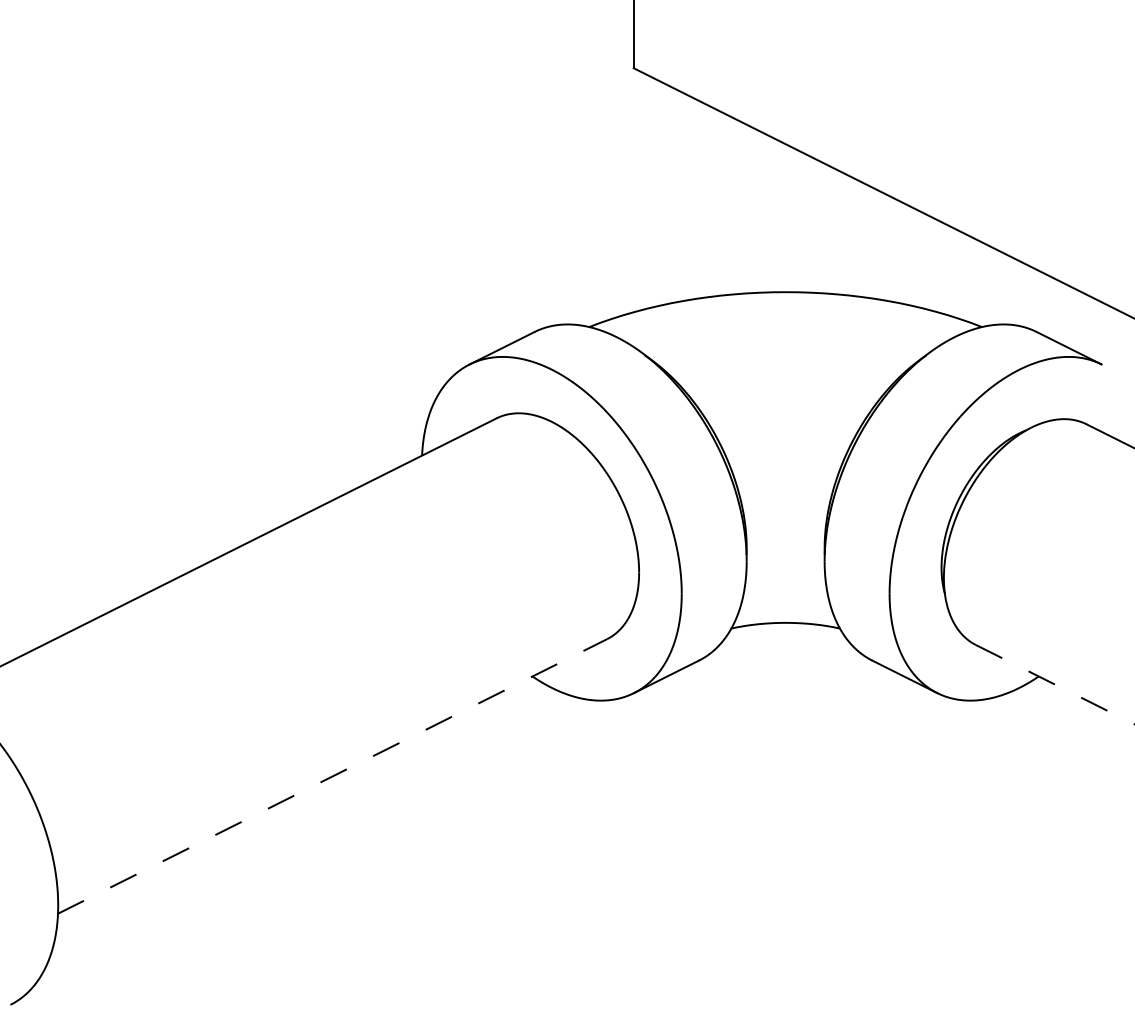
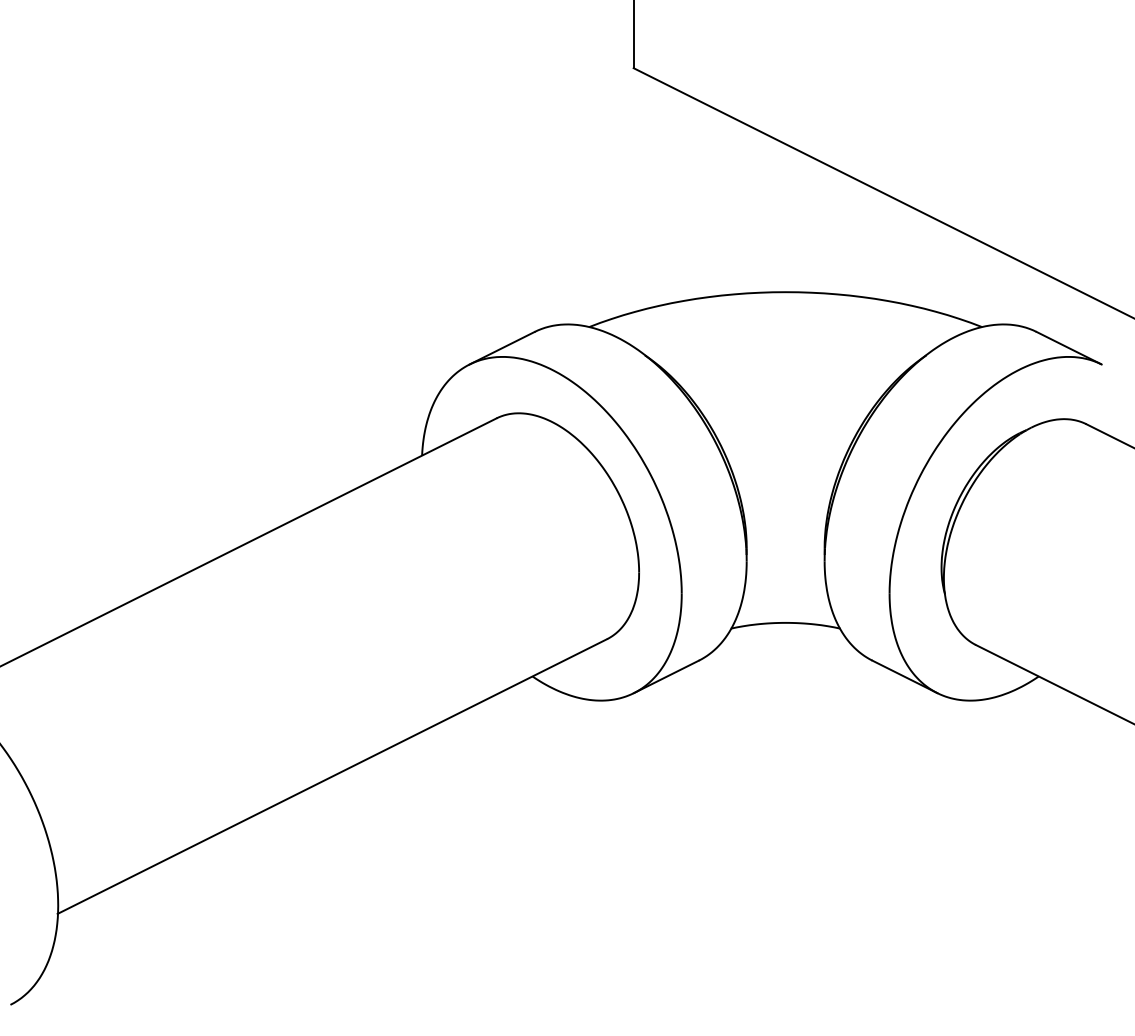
line at (1055, 684): dashed -> solid
line at (332, 776): dashed -> solid
